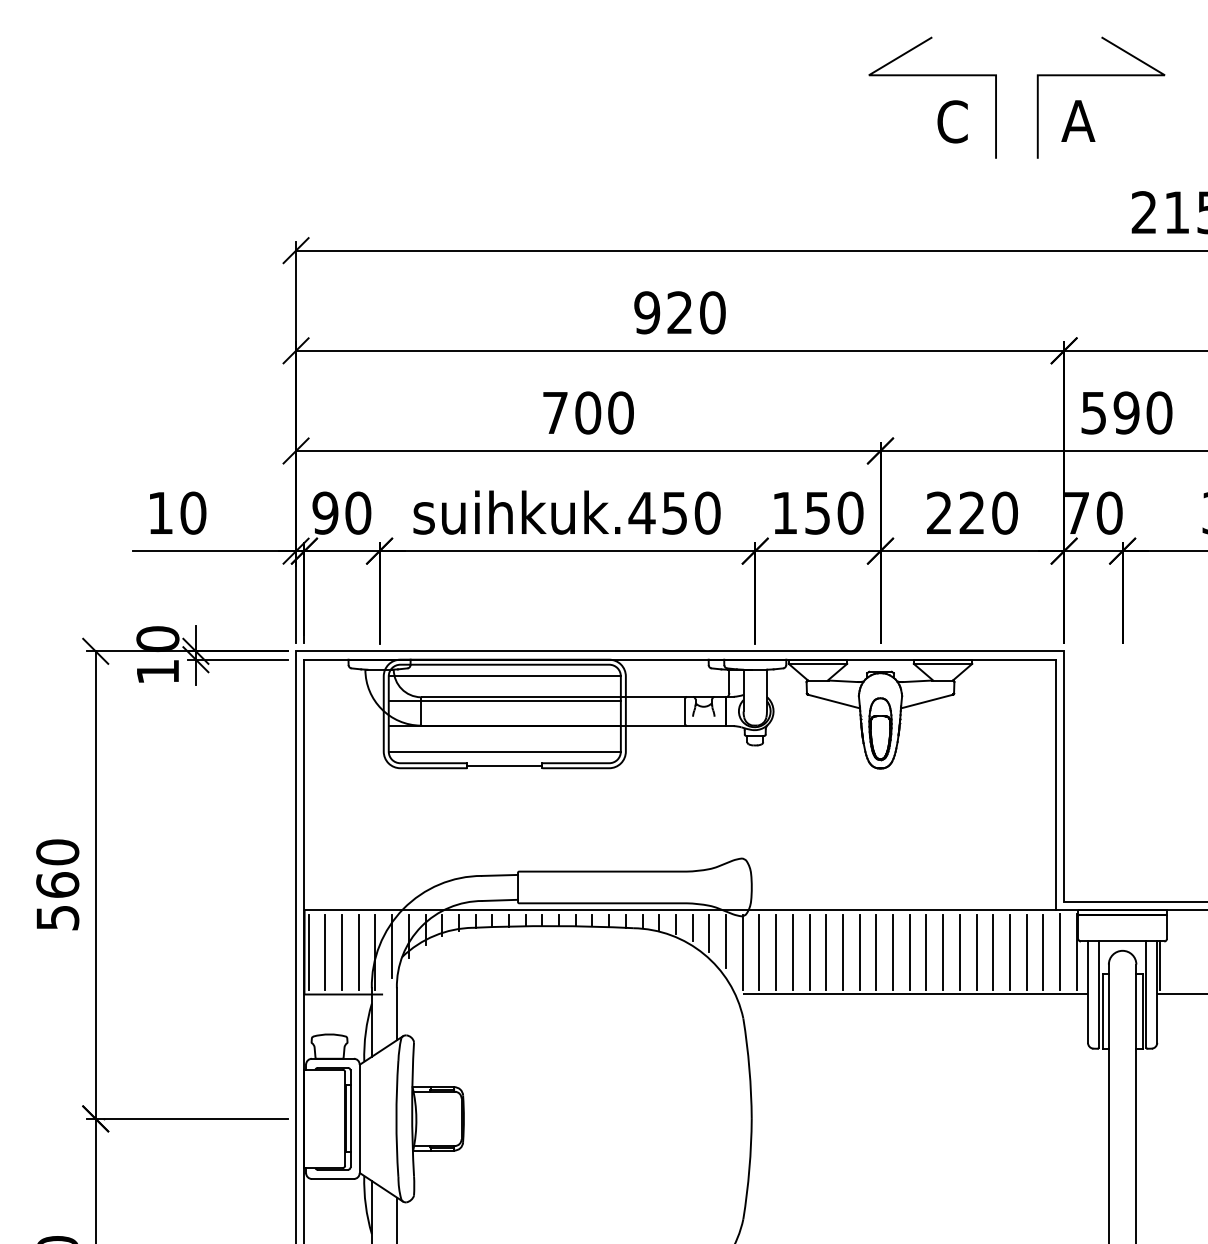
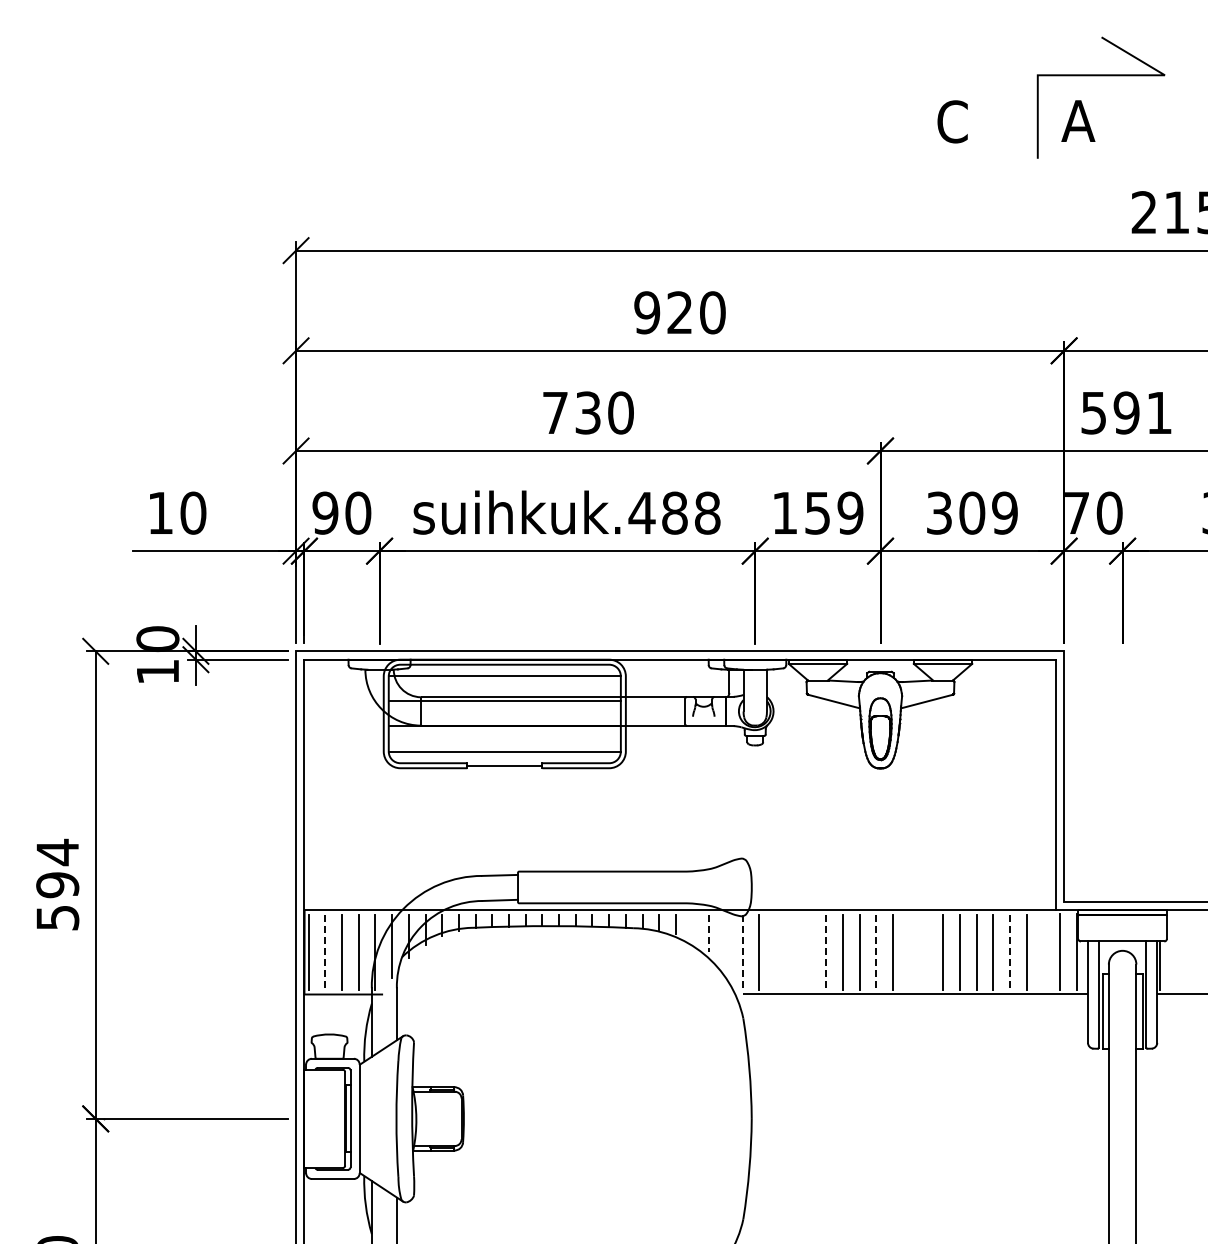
line at (932, 76): present -> none
text at (588, 412): 700 -> 730
text at (1159, 412): 590 -> 591
text at (691, 512): suihkuk.450 -> suihkuk.488
text at (850, 512): 150 -> 159
text at (972, 512): 220 -> 309
text at (57, 868): 560 -> 594
line at (692, 928): present -> none
line at (709, 934): solid -> dashed
line at (726, 941): present -> none
line at (325, 952): solid -> dashed
line at (742, 952): solid -> dashed
line at (776, 952): present -> none
line at (792, 952): present -> none
line at (809, 952): present -> none
line at (826, 952): solid -> dashed
line at (876, 952): solid -> dashed
line at (909, 952): present -> none
line at (926, 952): present -> none
line at (1009, 952): solid -> dashed
line at (1043, 952): present -> none
